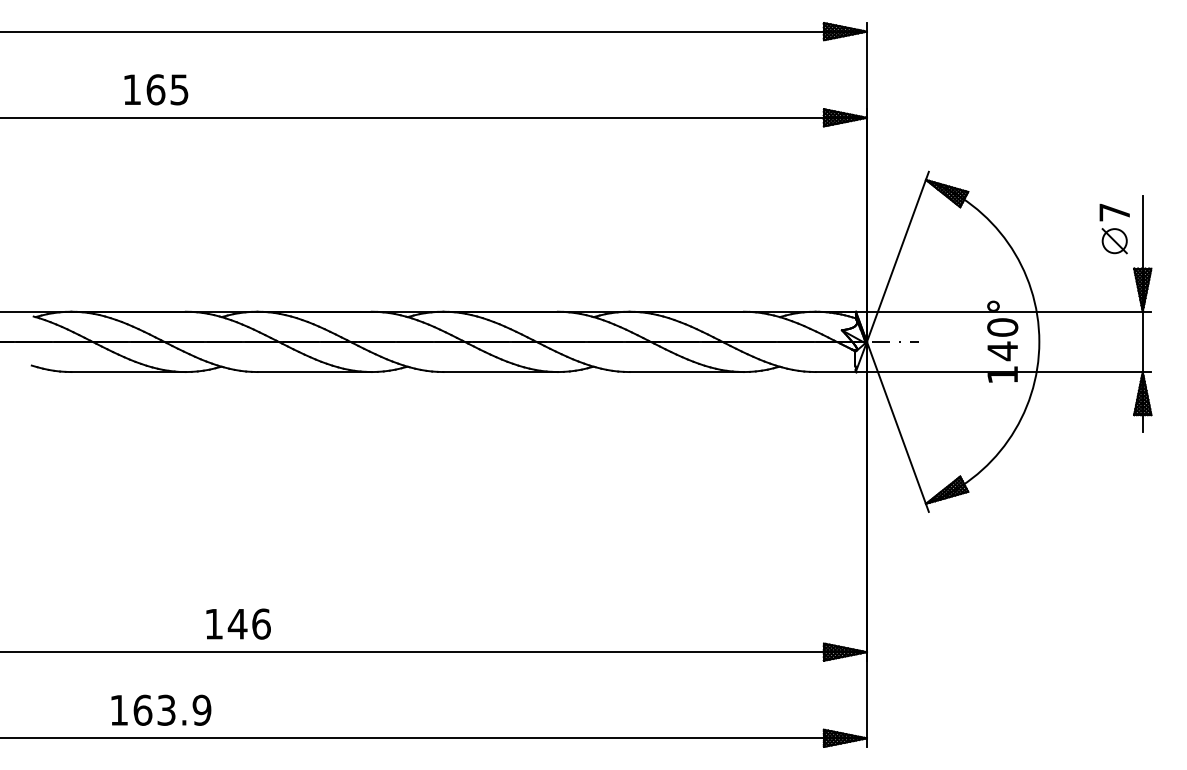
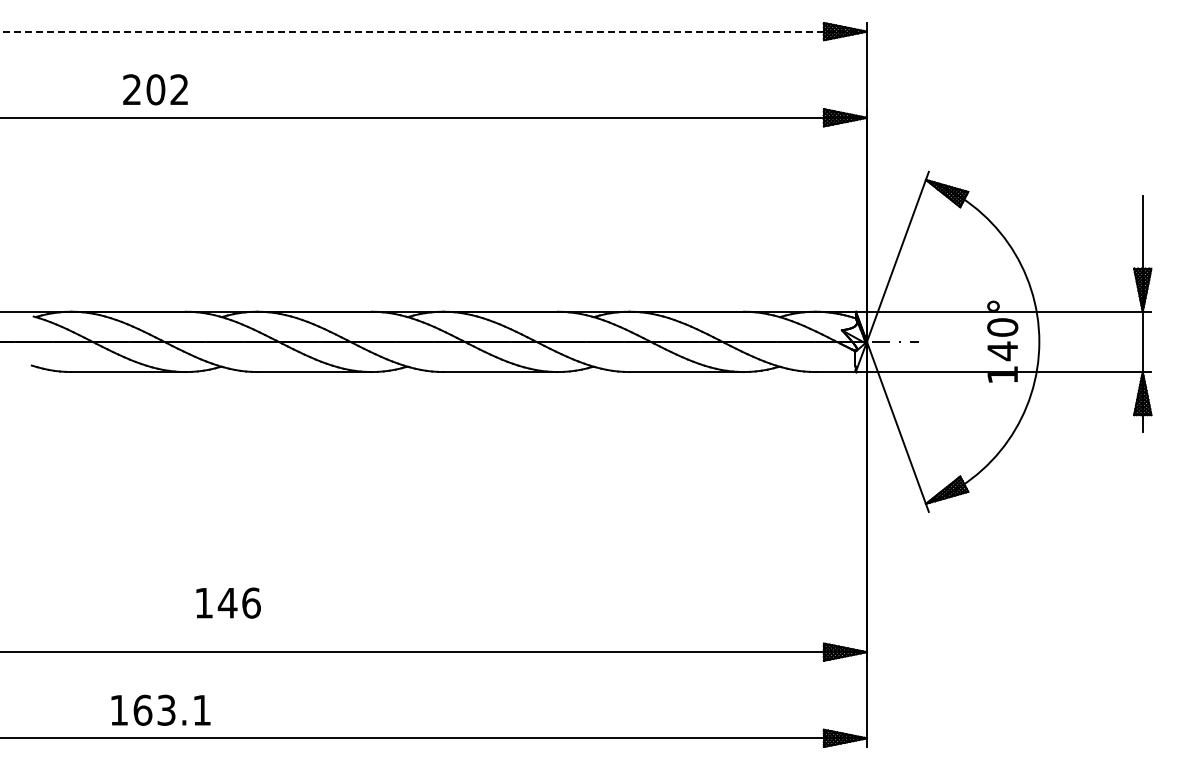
line at (434, 31): solid -> dashed
text at (155, 89): 165 -> 202
part at (1114, 228): present -> none
text at (238, 623) position: (238, 623) -> (228, 602)
text at (201, 709): 163.9 -> 163.1
